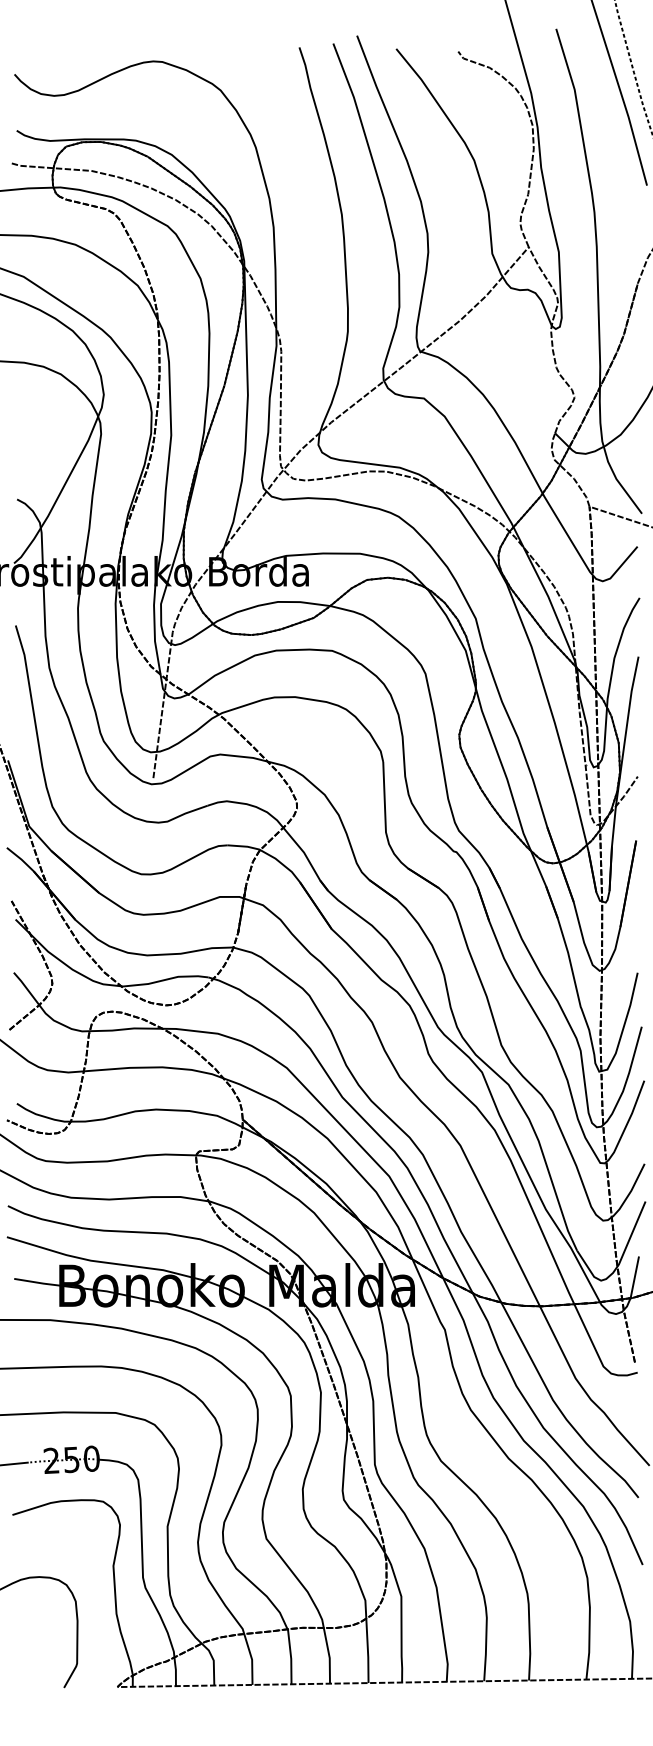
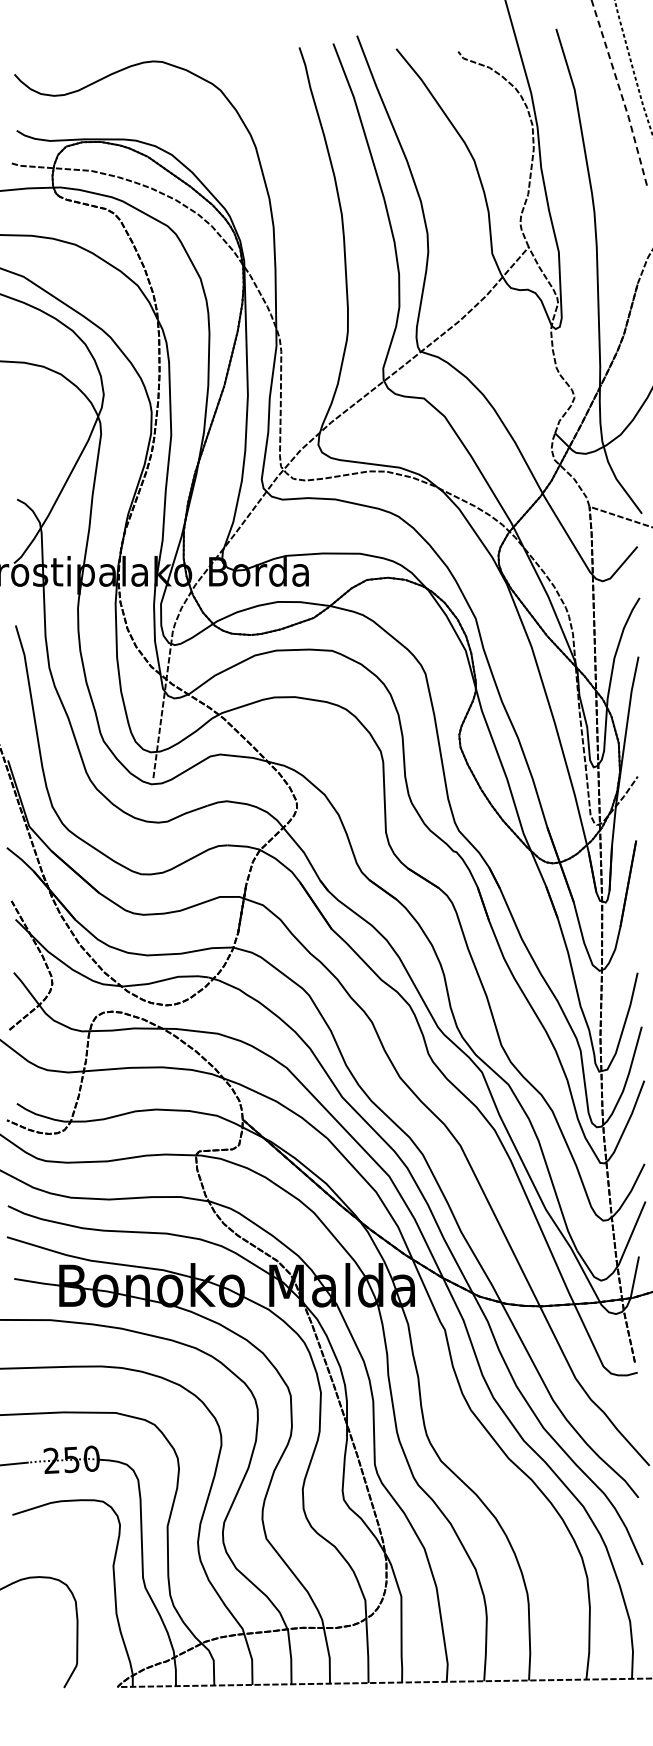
line at (620, 92): solid -> dashed
